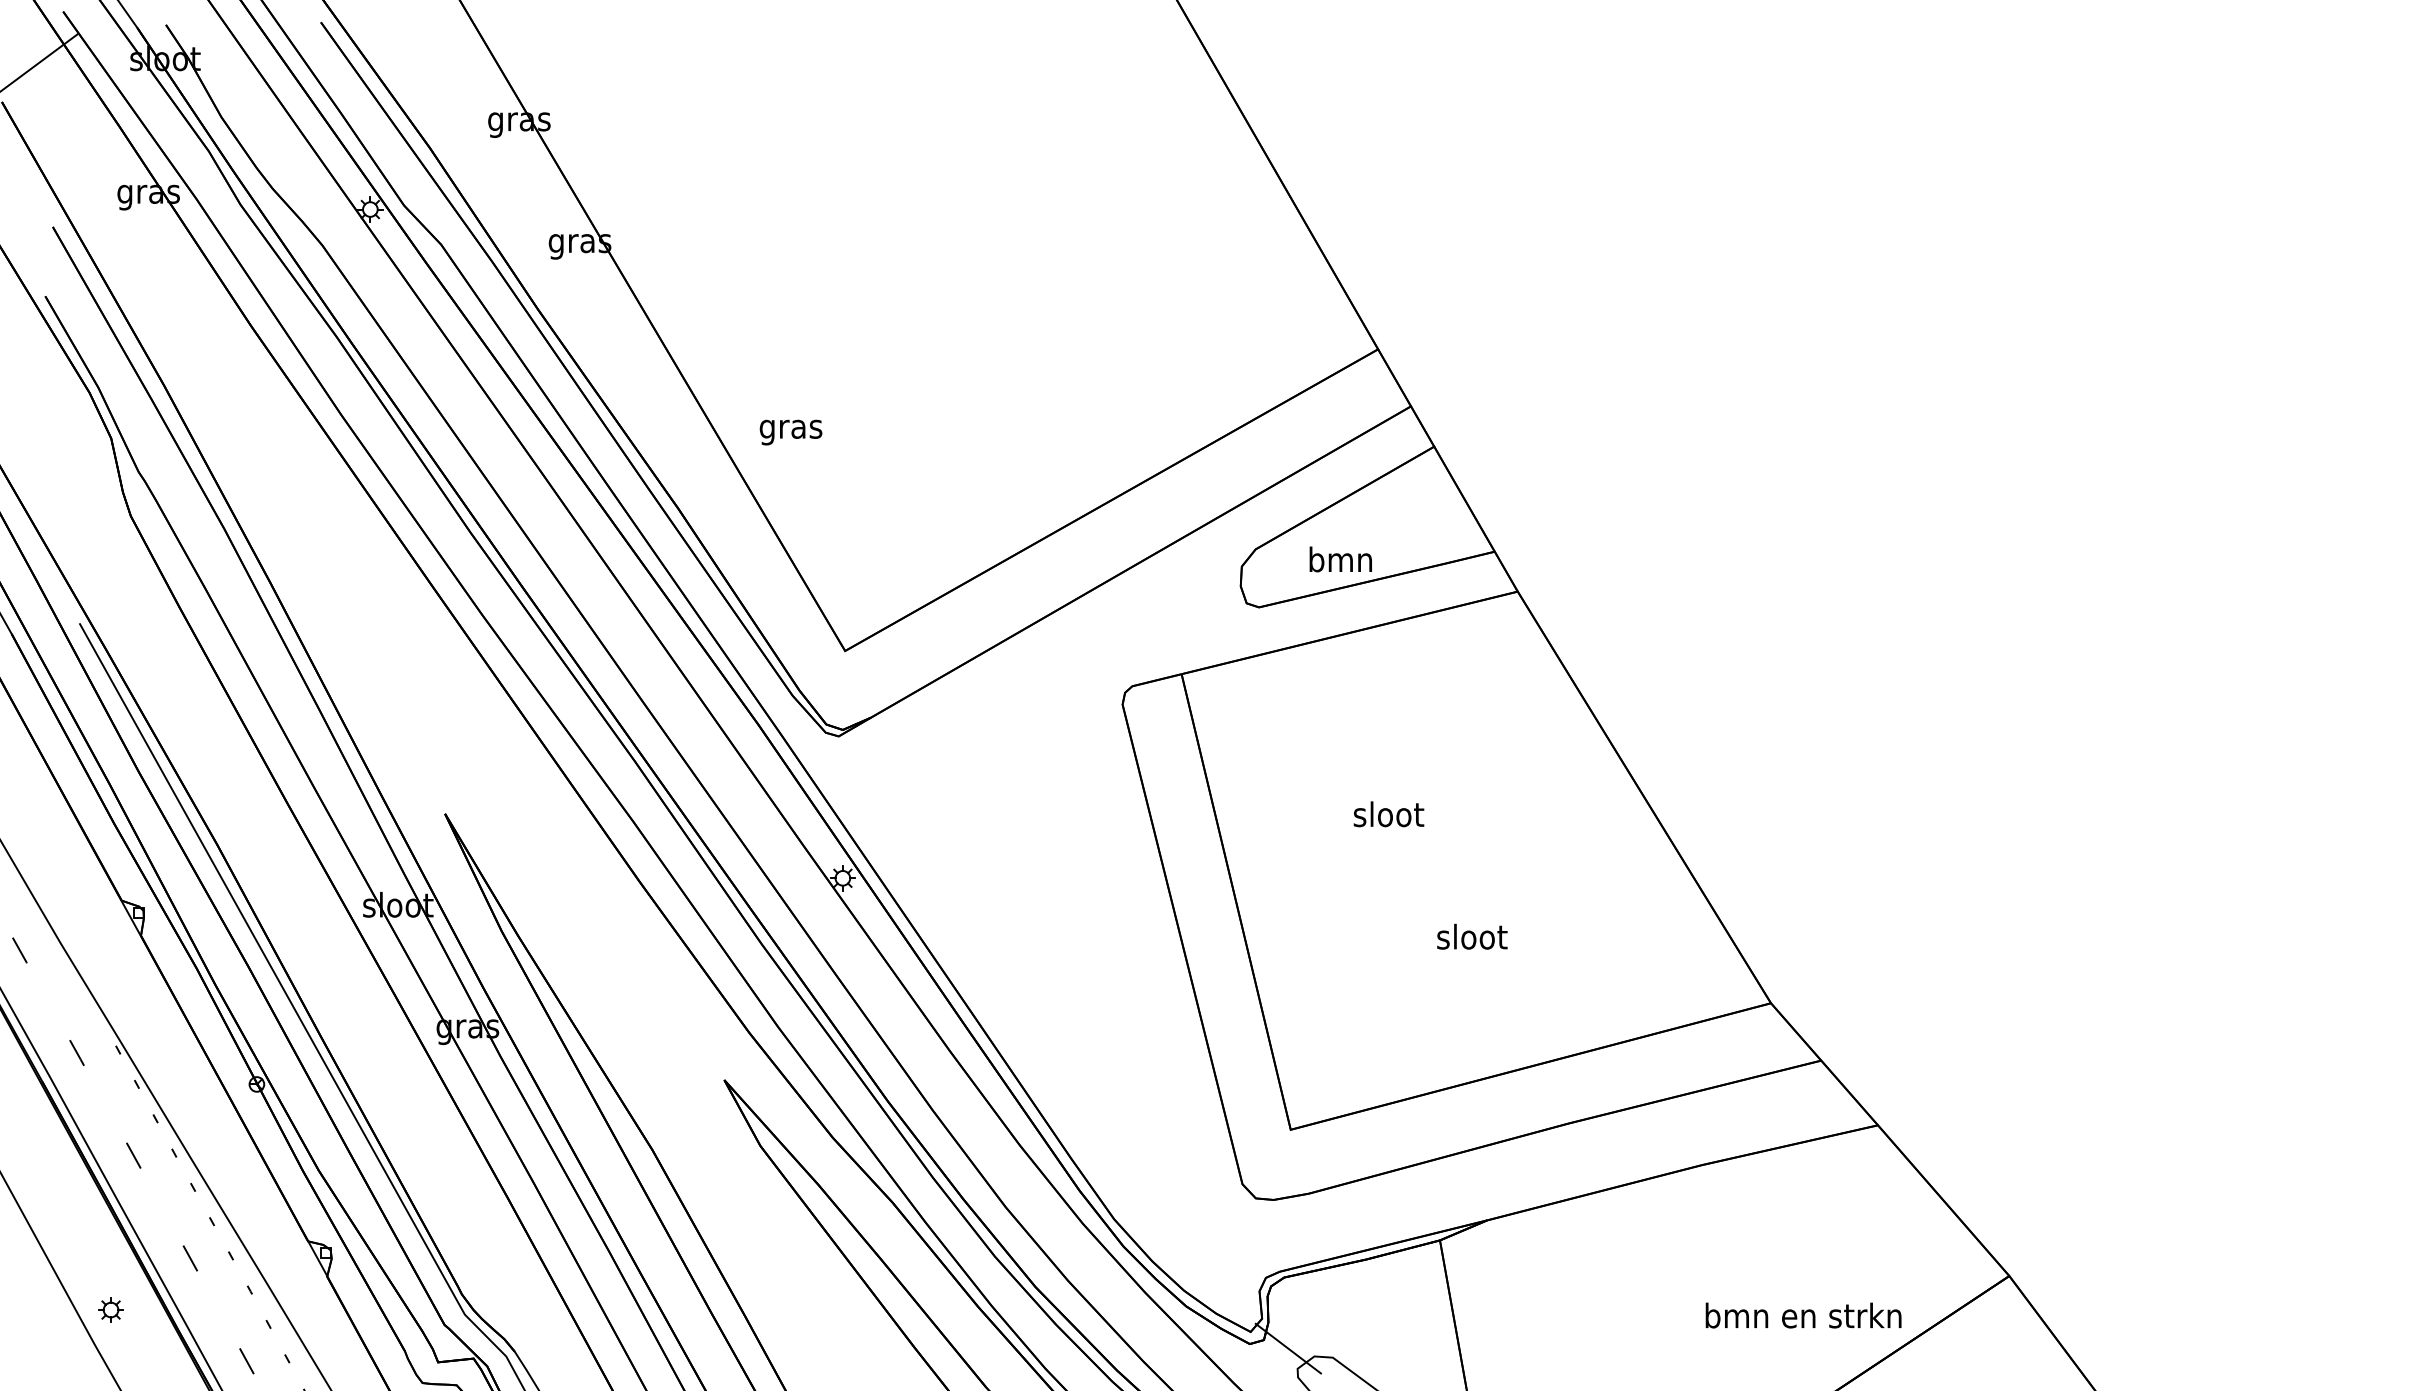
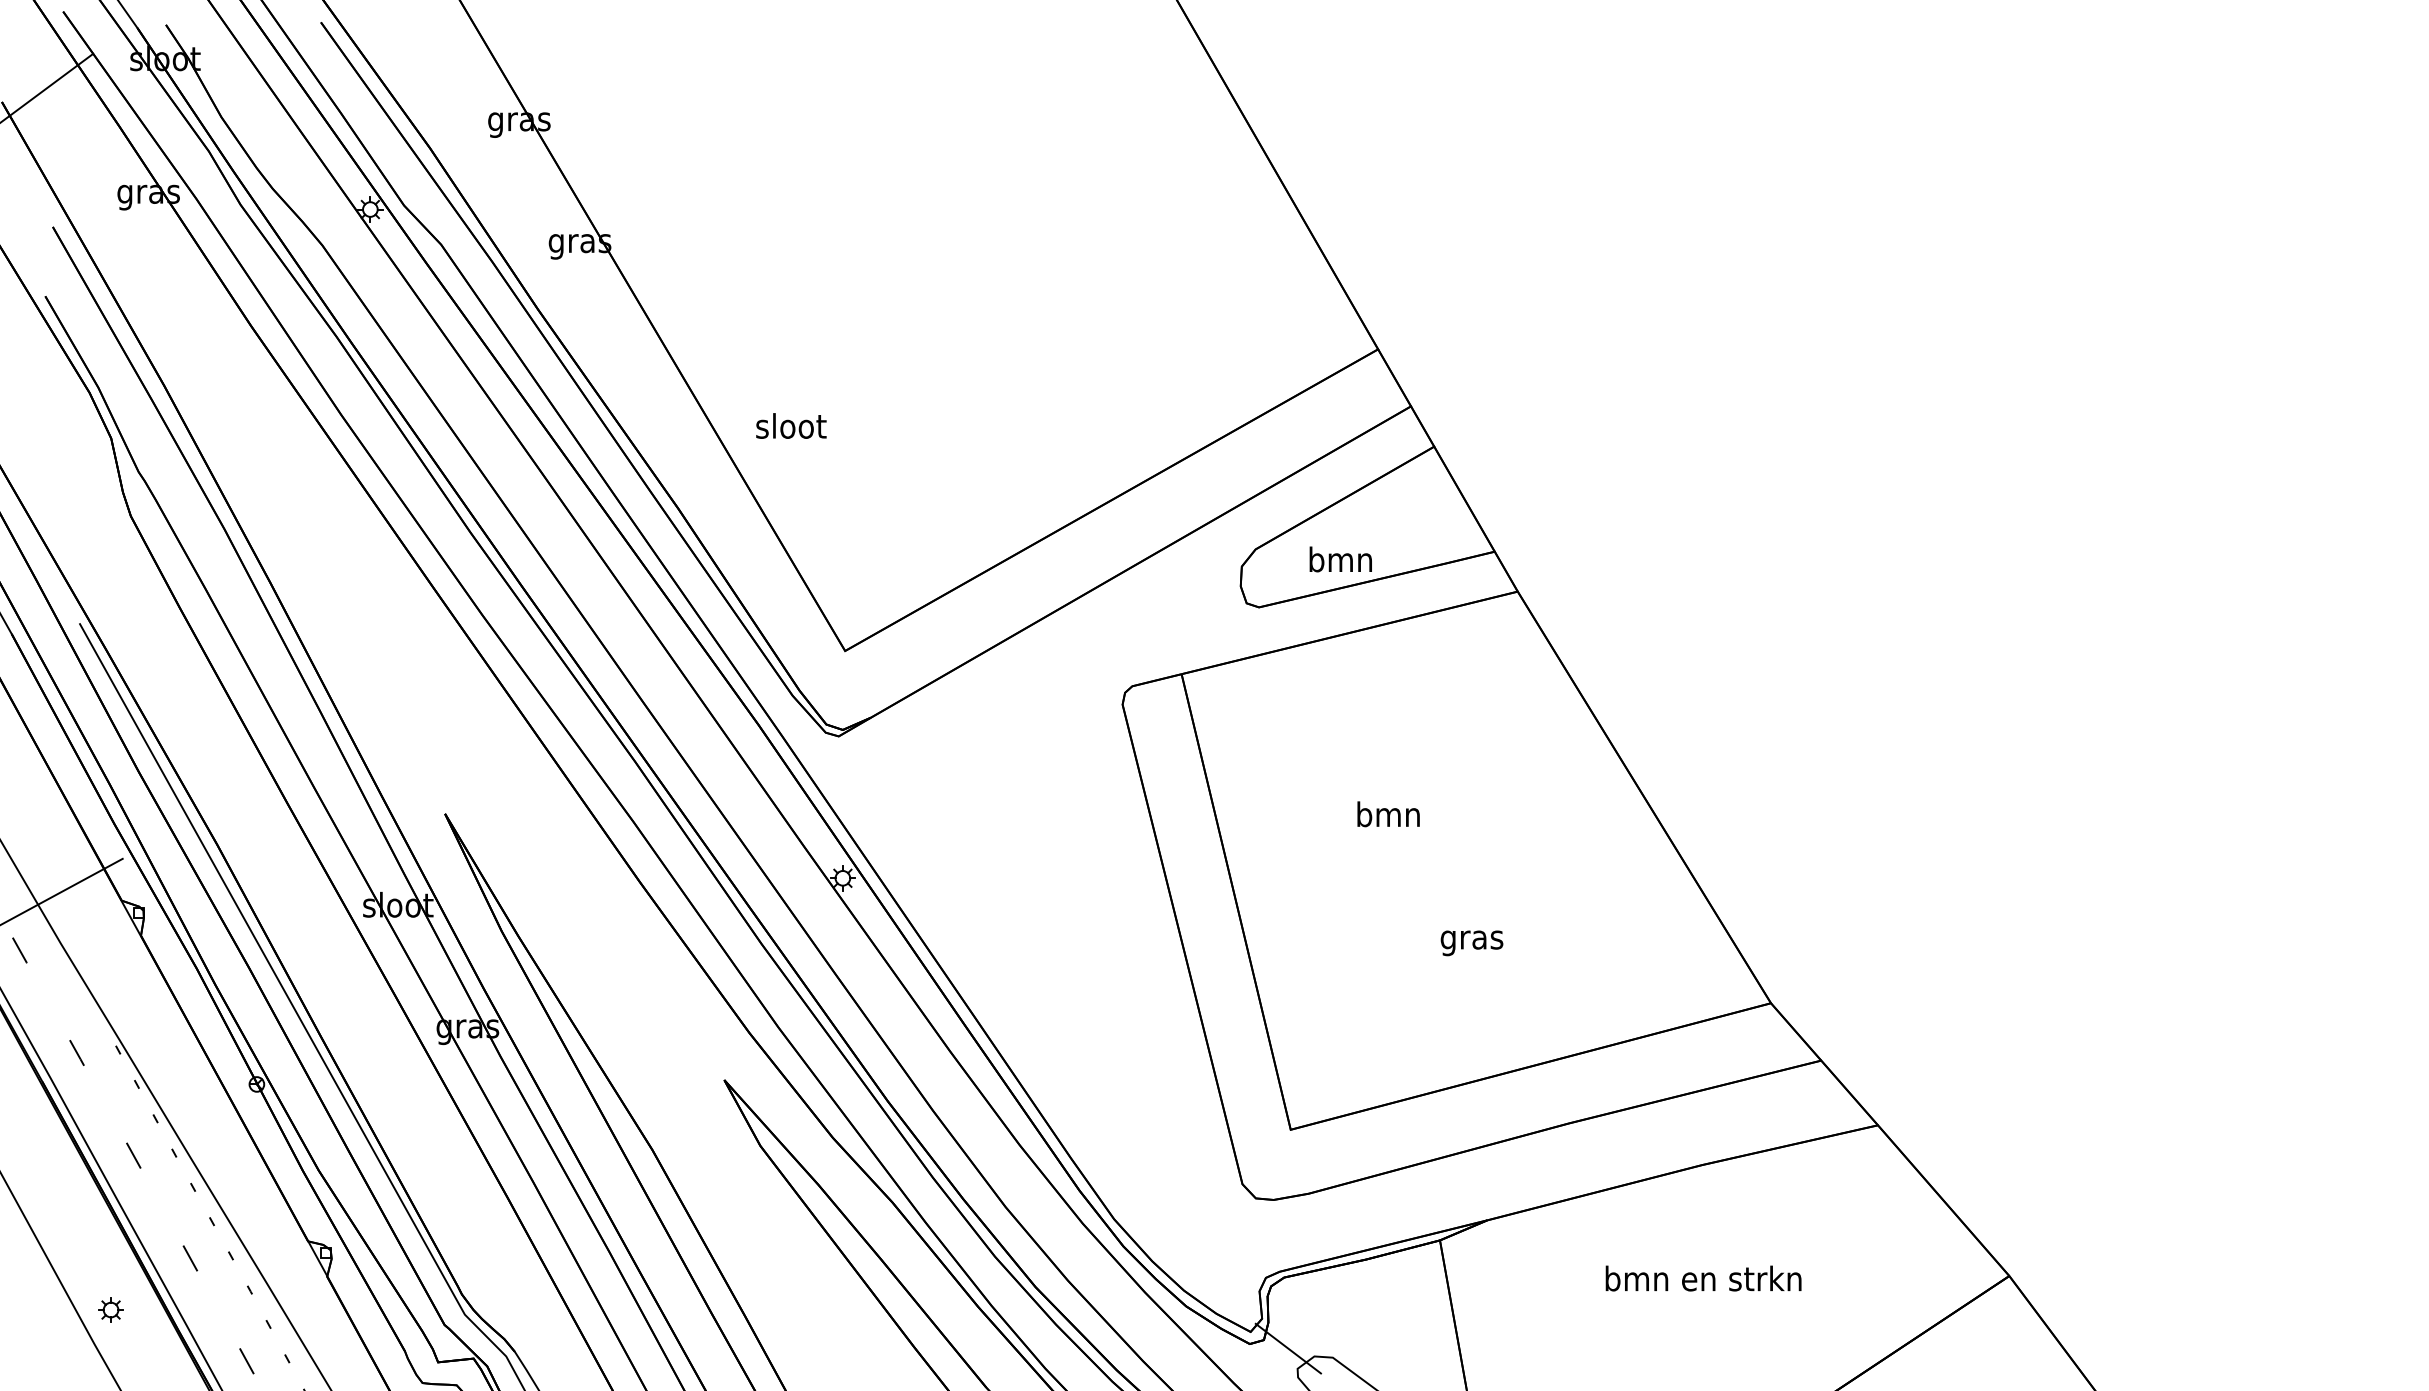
line at (40, 61) position: (40, 61) -> (47, 87)
text at (791, 429): gras -> sloot
text at (1388, 814): sloot -> bmn
line at (62, 891): none -> present
text at (1472, 939): sloot -> gras
text at (1803, 1315) position: (1803, 1315) -> (1703, 1278)
